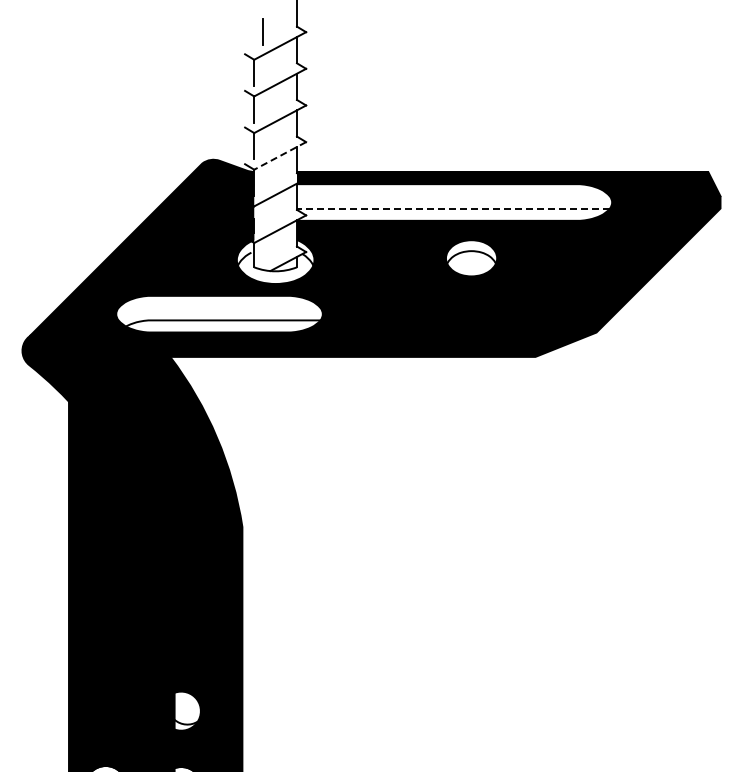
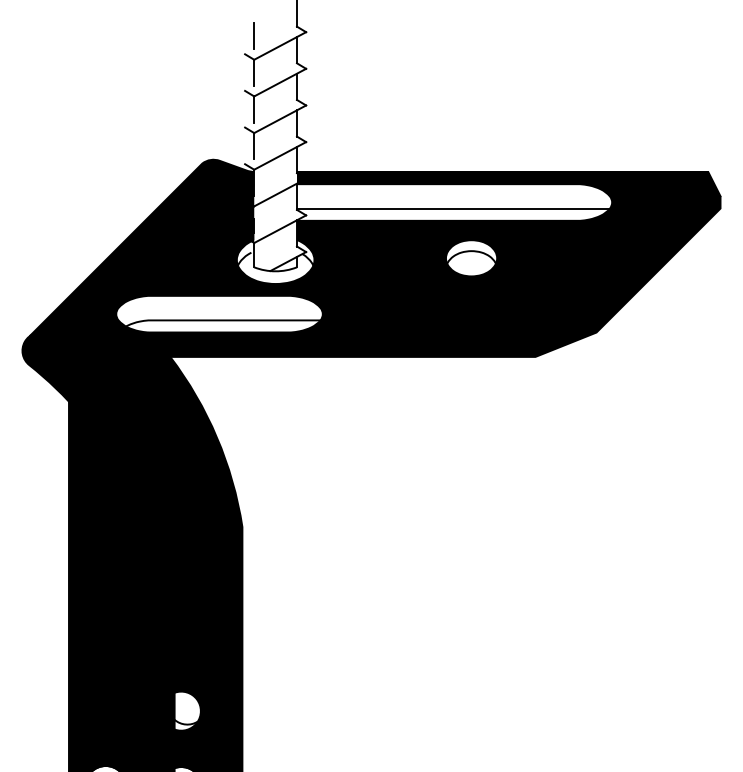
line at (262, 31) position: (262, 31) -> (253, 35)
line at (279, 156): dashed -> solid
line at (453, 208): dashed -> solid
